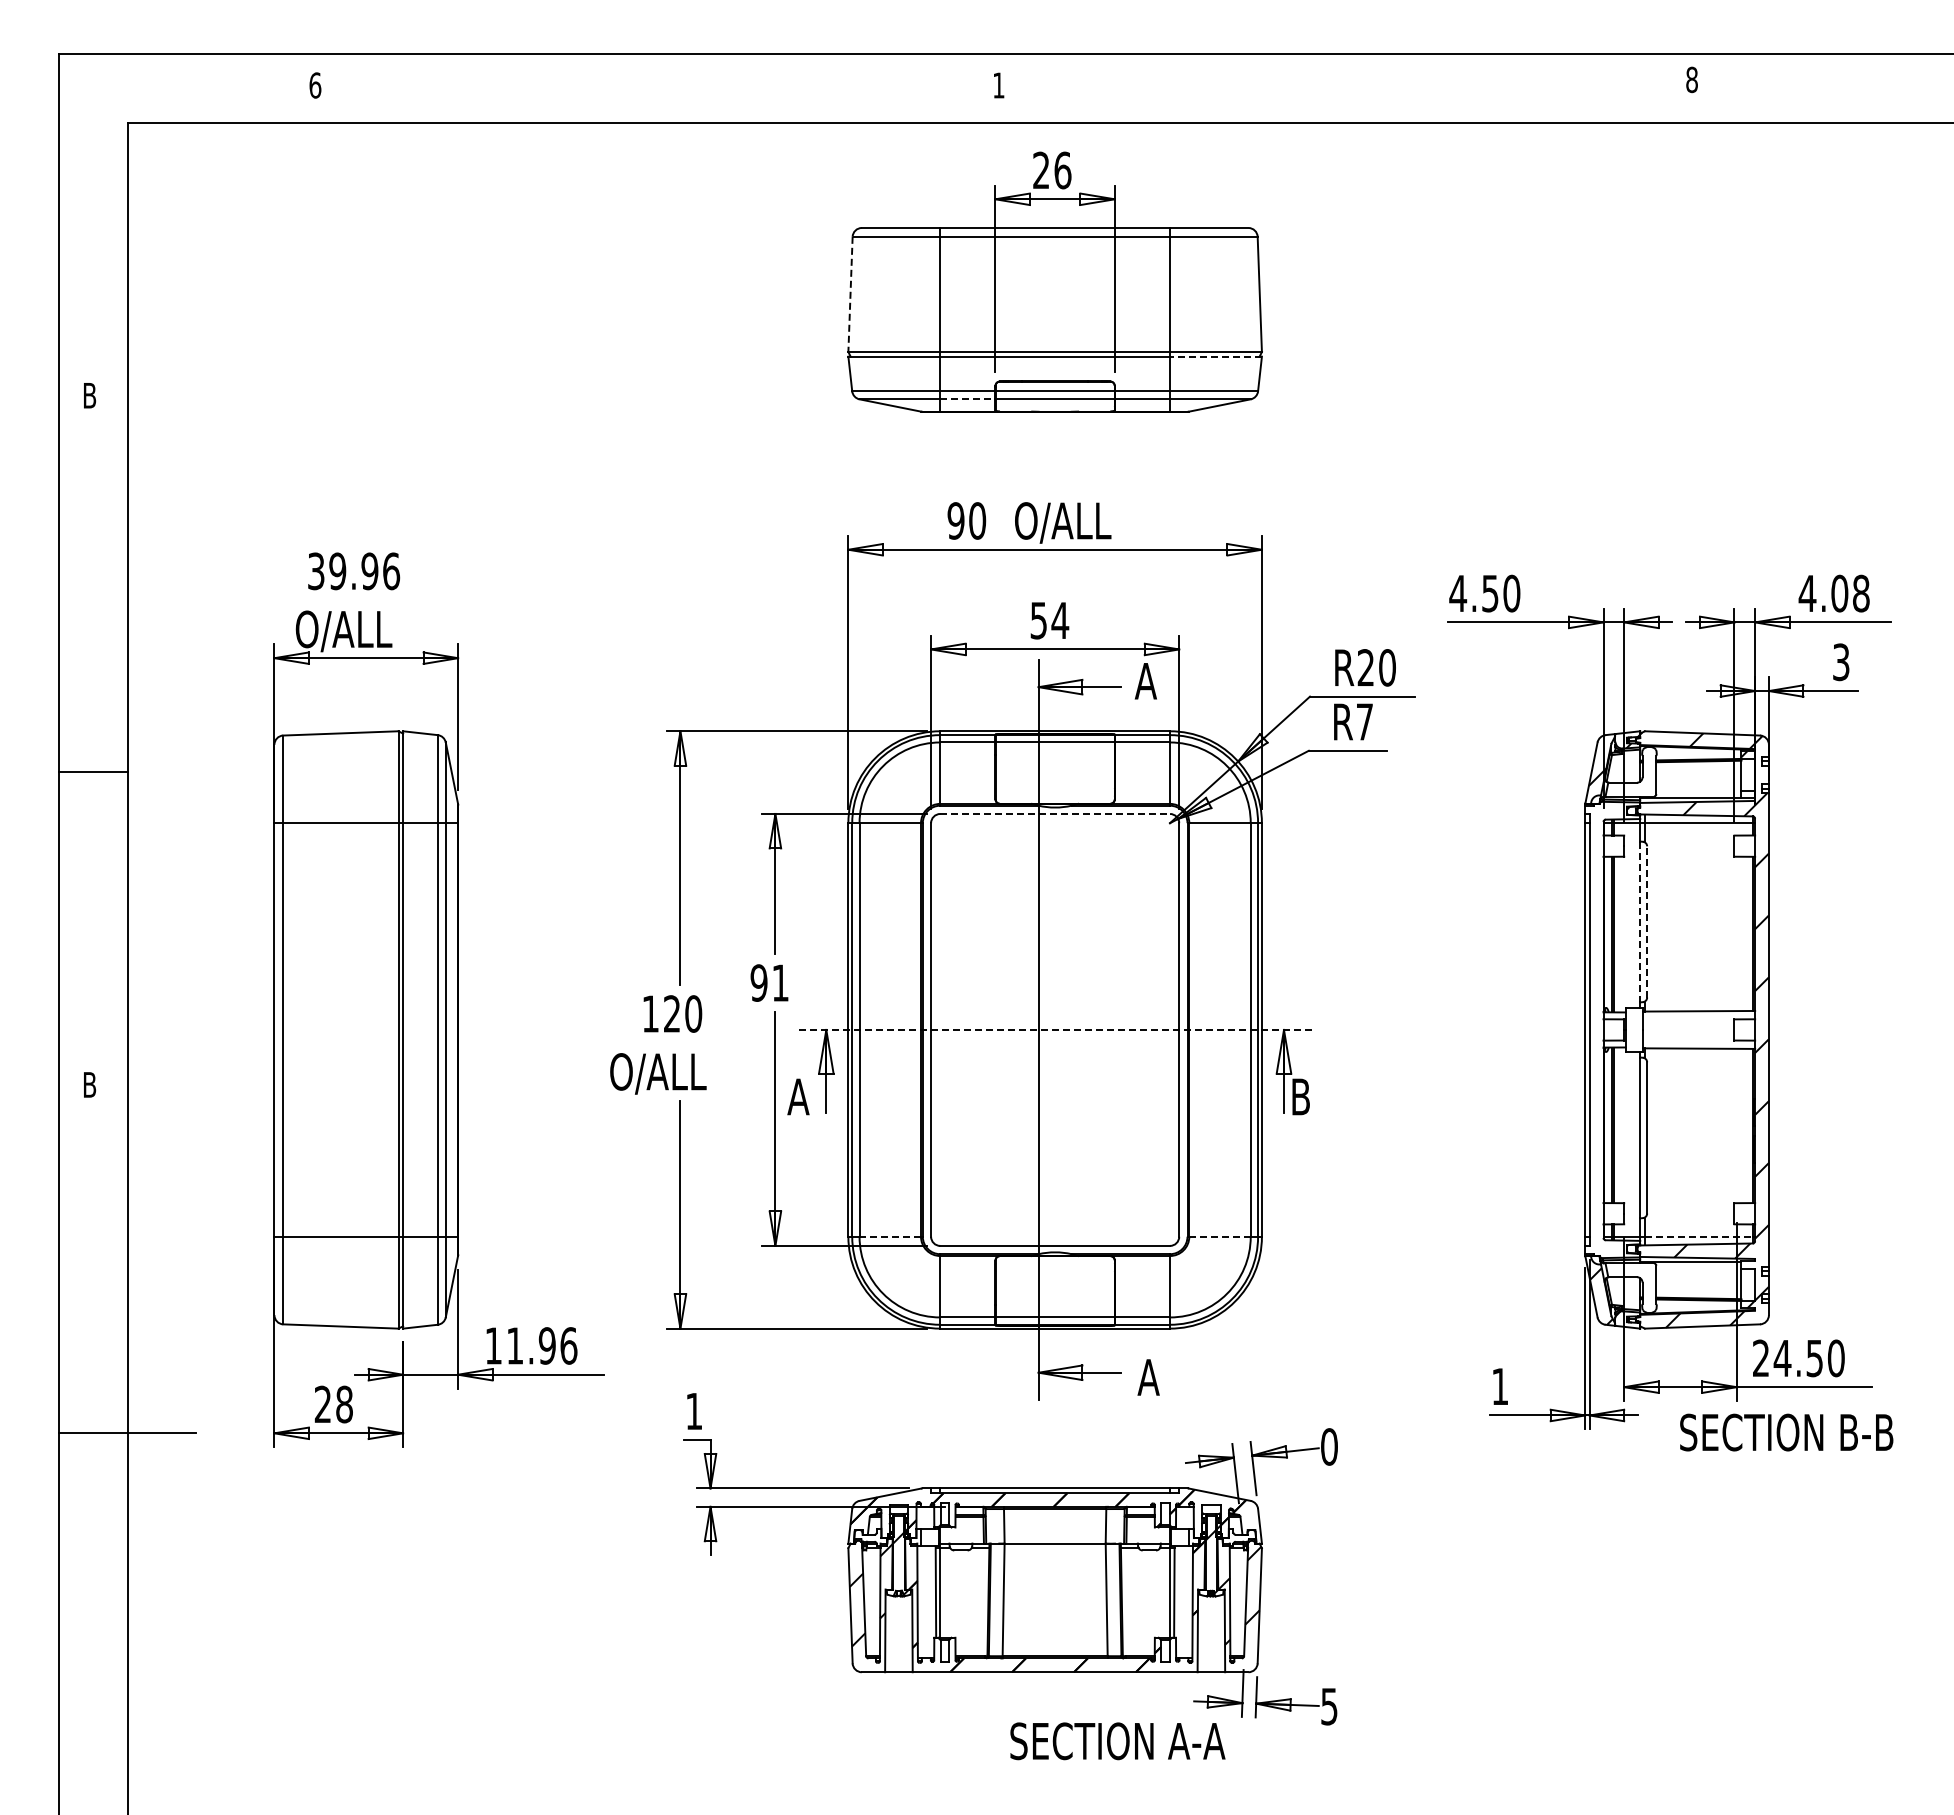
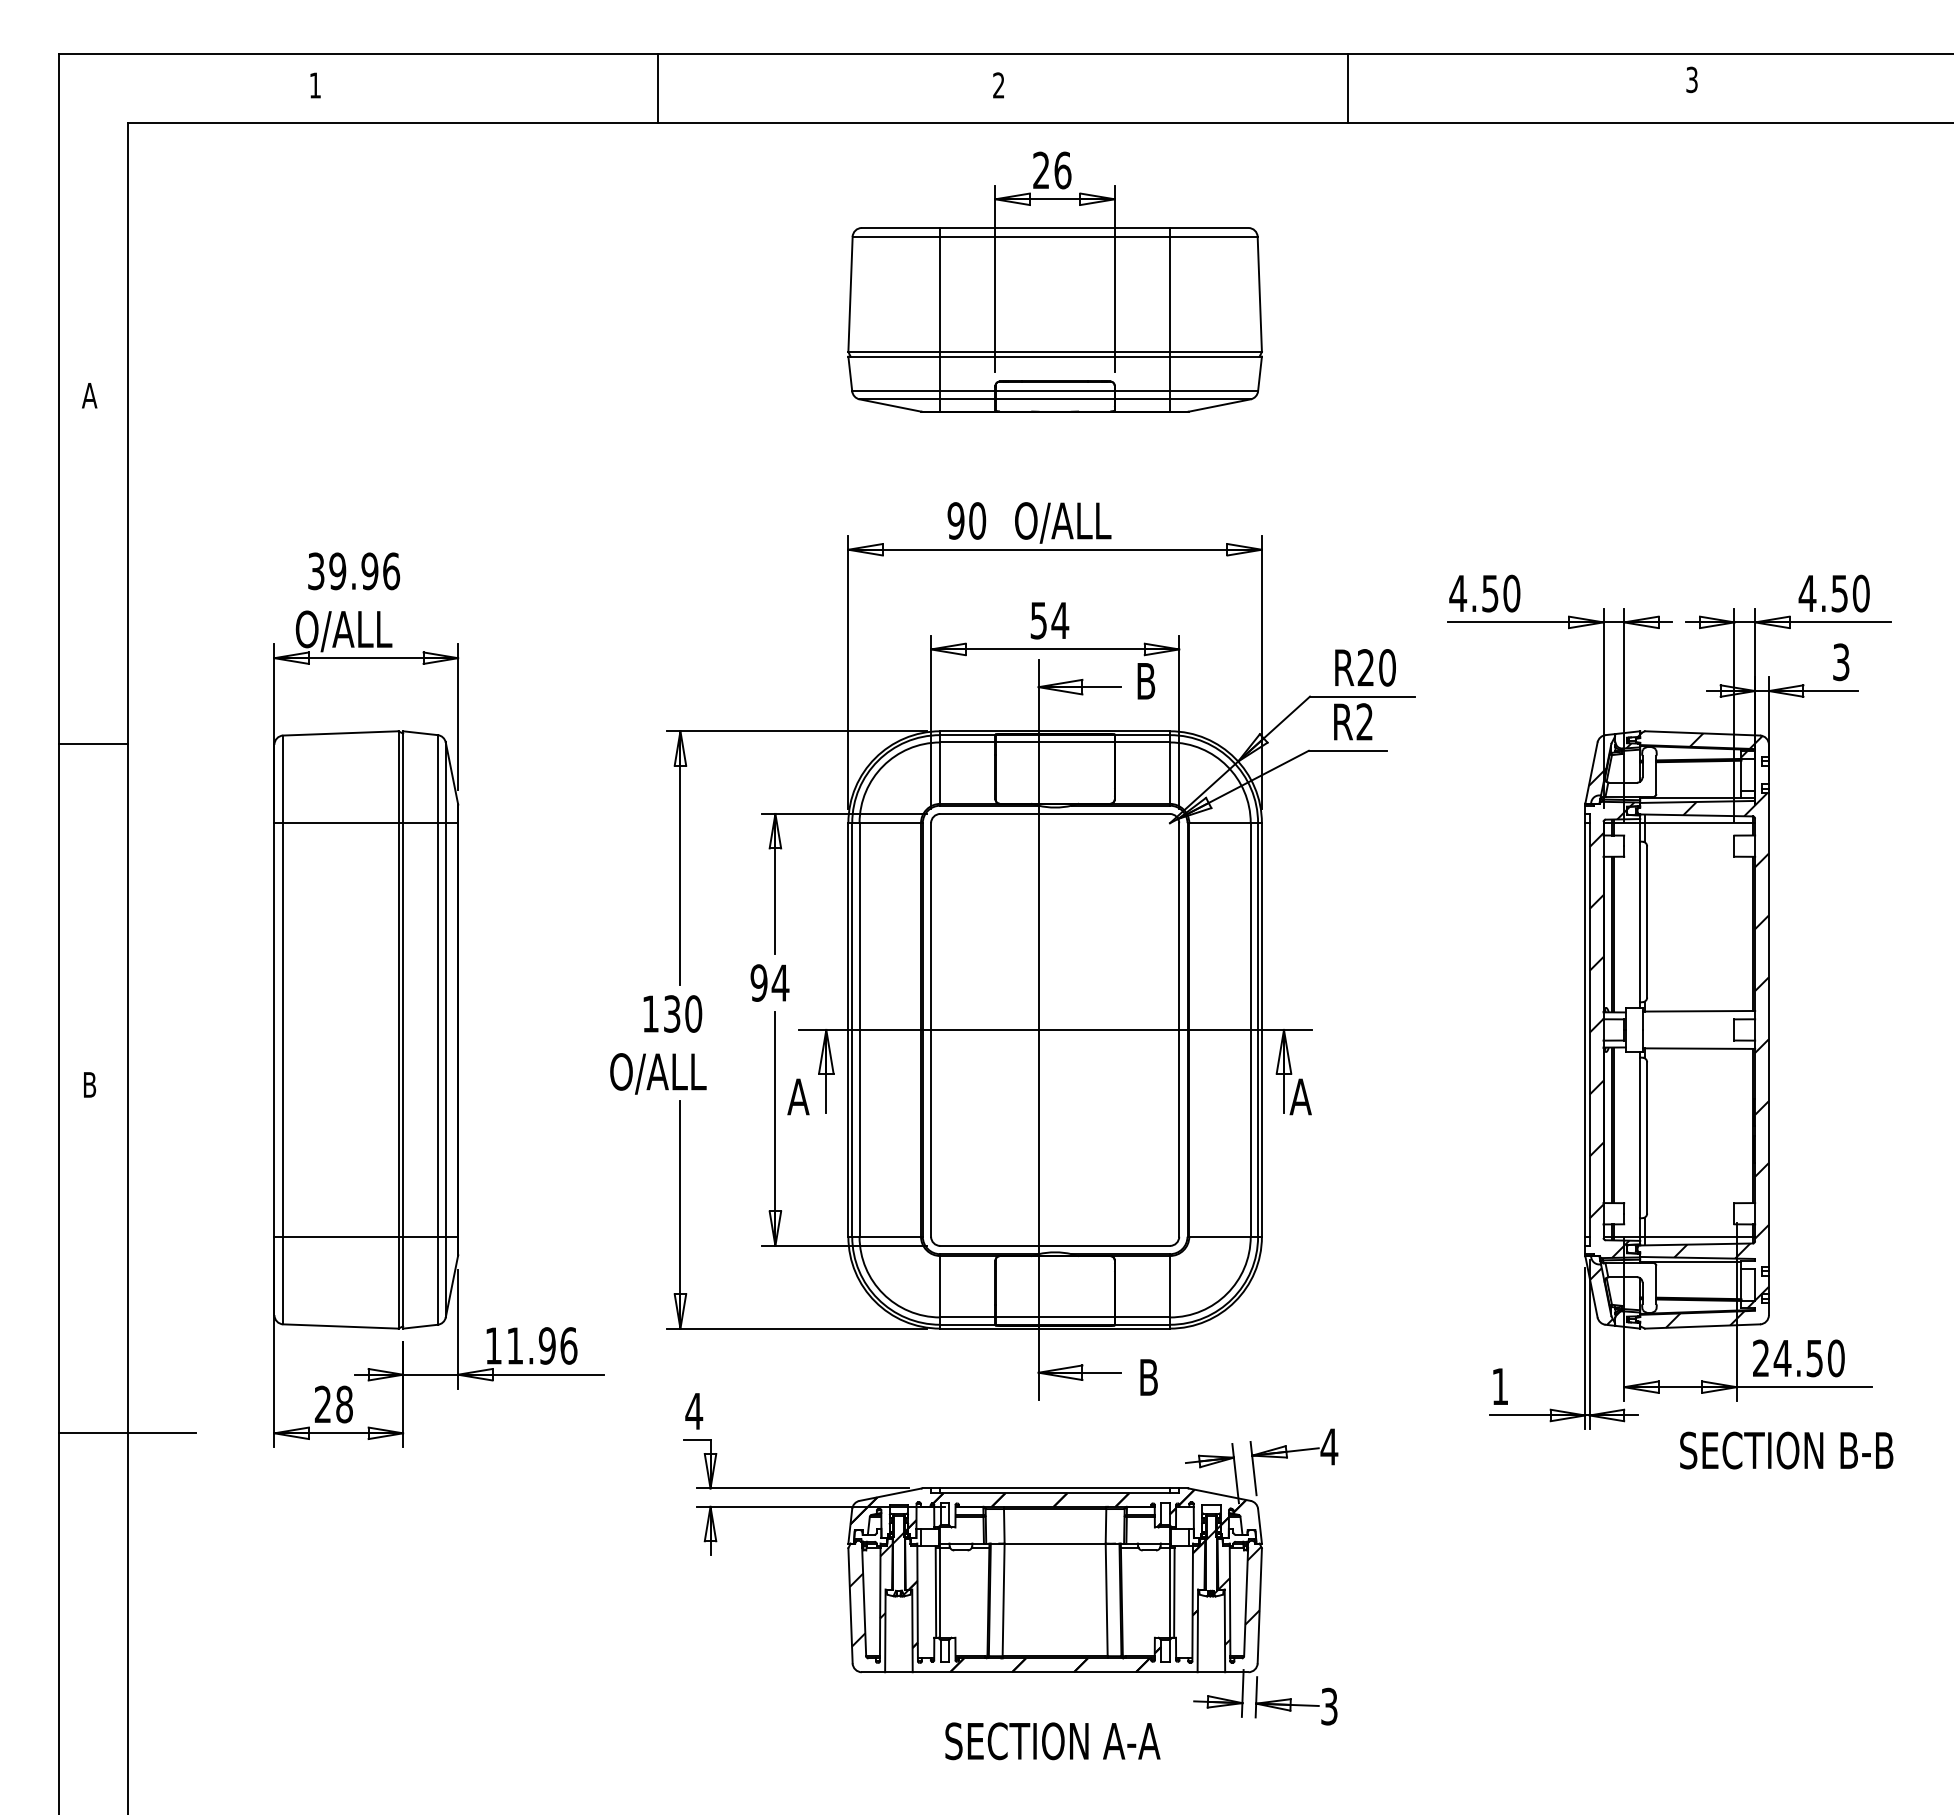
text at (1691, 79): 8 -> 3
text at (315, 85): 6 -> 1
text at (998, 85): 1 -> 2
line at (658, 88): none -> present
line at (1347, 88): none -> present
line at (850, 294): dashed -> solid
line at (1215, 356): dashed -> solid
text at (89, 395): B -> A
line at (967, 399): dashed -> solid
text at (1850, 593): 4.08 -> 4.50
text at (1145, 681): A -> B
text at (1364, 721): R7 -> R2
line at (92, 771) position: (92, 771) -> (92, 743)
line at (1055, 813): dashed -> solid
line at (1647, 921): dashed -> solid
line at (1640, 922): dashed -> solid
text at (780, 982): 91 -> 94
text at (672, 1013): 120 -> 130
line at (1054, 1029): dashed -> solid
hatch at (1611, 1029): none -> present
text at (1300, 1096): B -> A
line at (890, 1236): dashed -> solid
line at (1220, 1236): dashed -> solid
line at (1699, 1236): dashed -> solid
text at (1148, 1377): A -> B
text at (694, 1411): 1 -> 4
text at (1786, 1432) position: (1786, 1432) -> (1786, 1450)
text at (1329, 1446): 0 -> 4
text at (1329, 1705): 5 -> 3
text at (1117, 1741) position: (1117, 1741) -> (1052, 1741)
